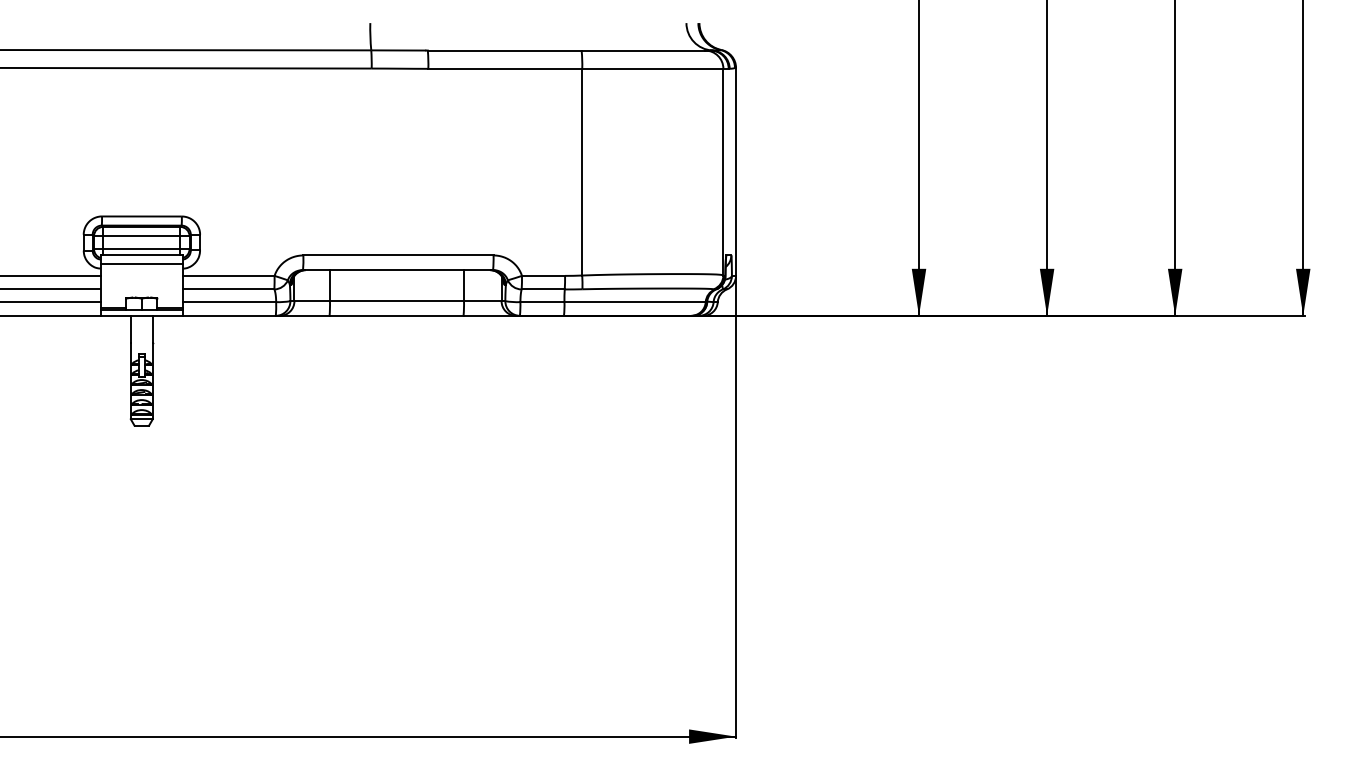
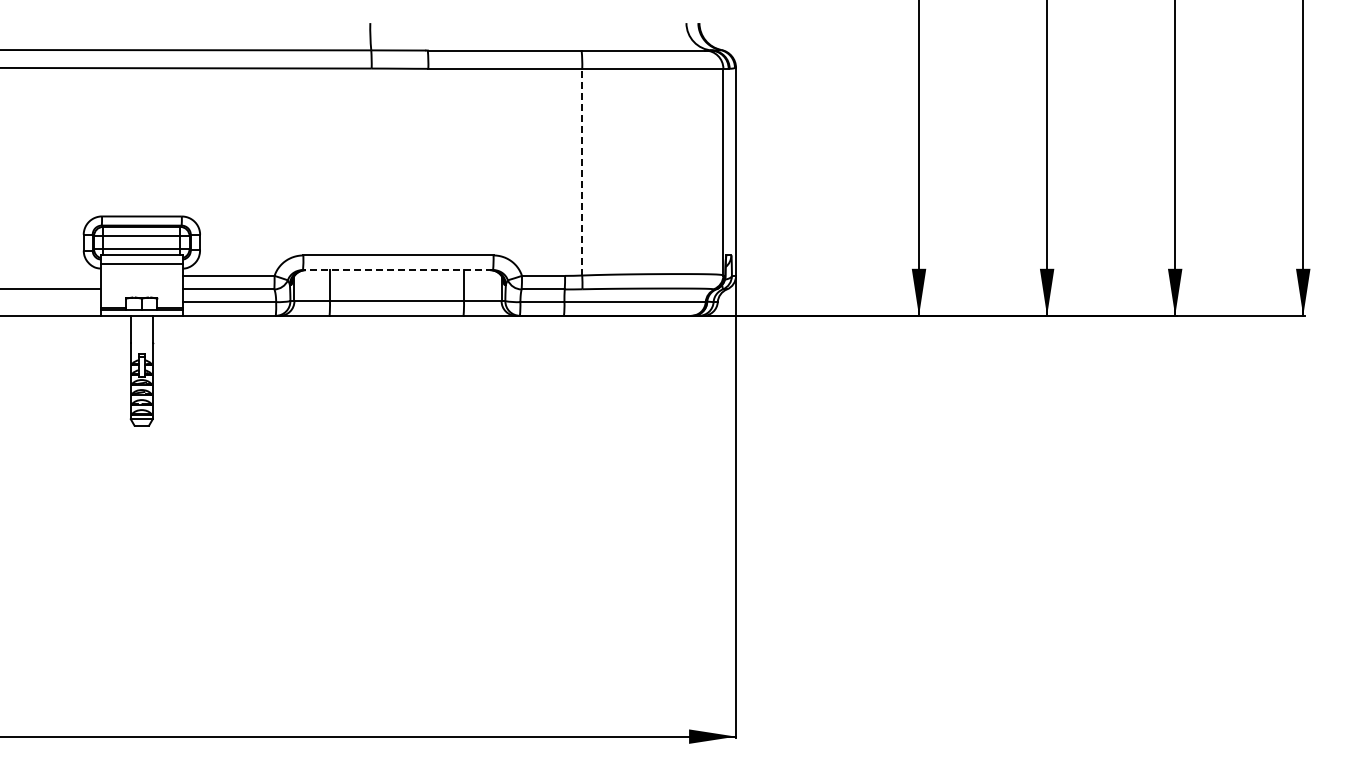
line at (582, 171): solid -> dashed
line at (397, 270): solid -> dashed
line at (51, 275): present -> none
line at (51, 302): present -> none
